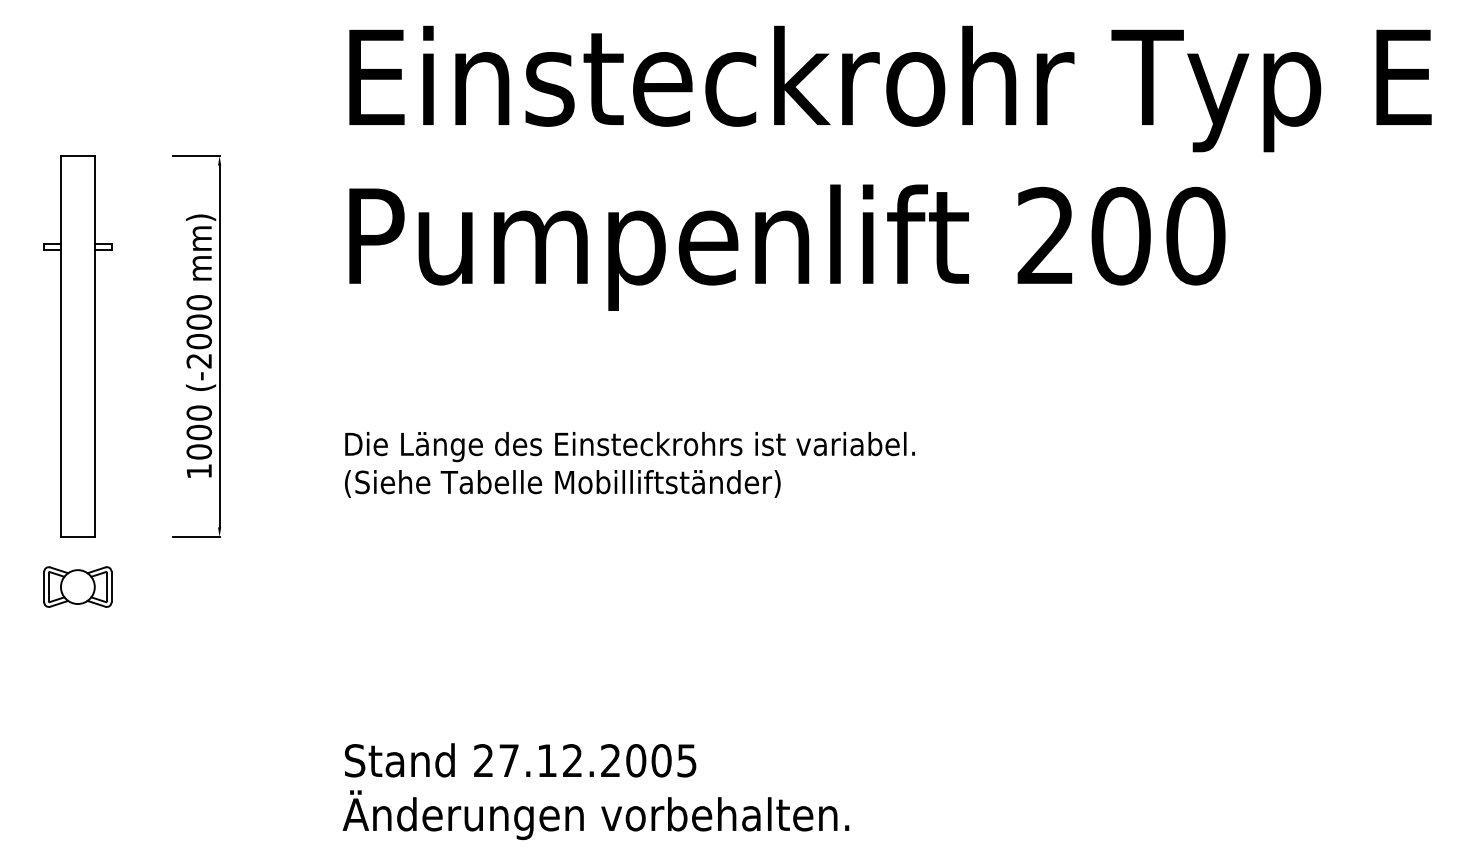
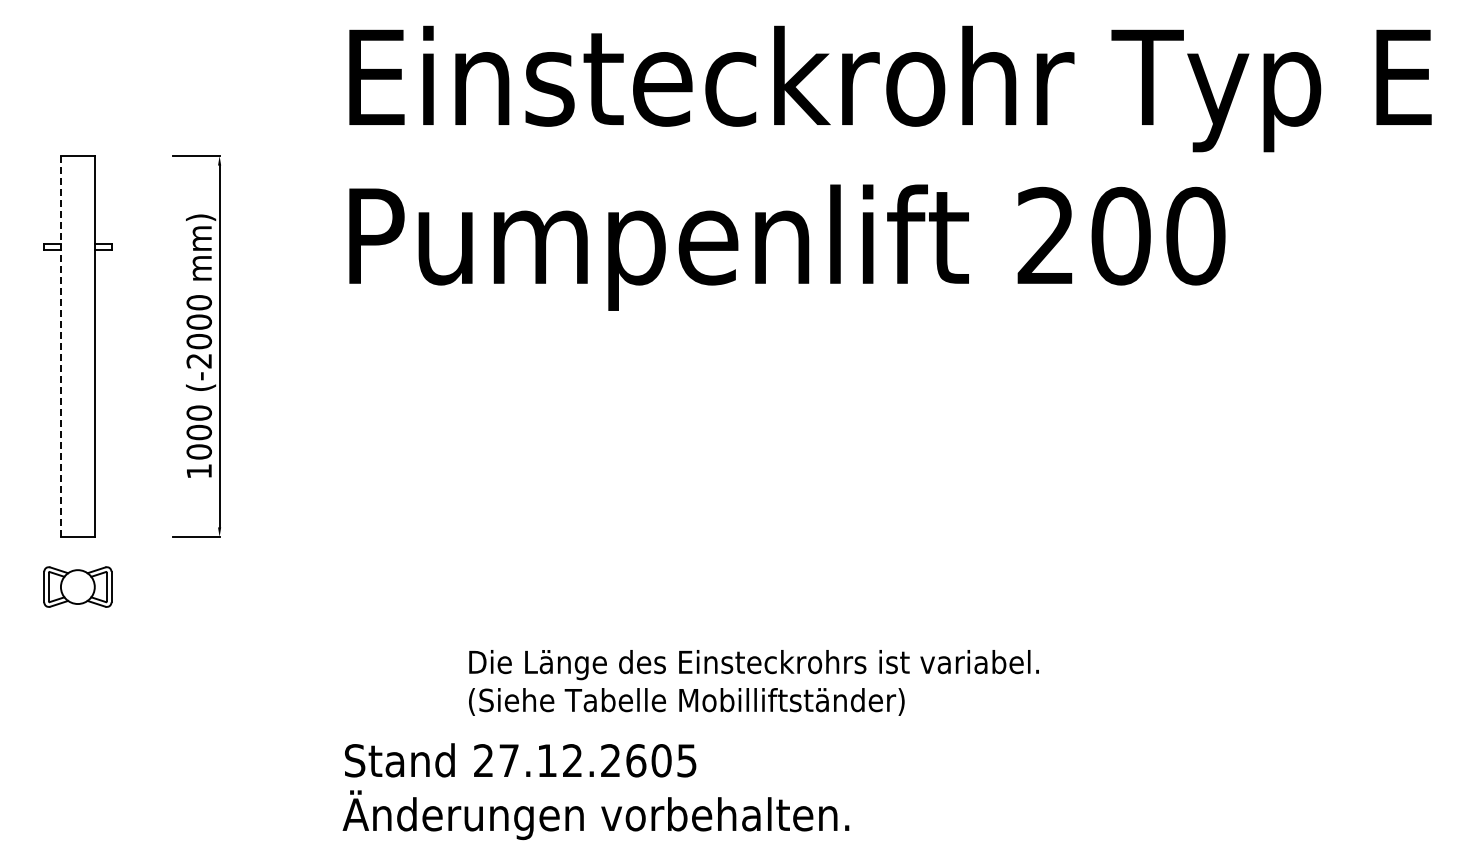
line at (60, 346): solid -> dashed
text at (629, 464) position: (629, 464) -> (753, 682)
text at (636, 760): 27.12.2005 -> 27.12.2605
